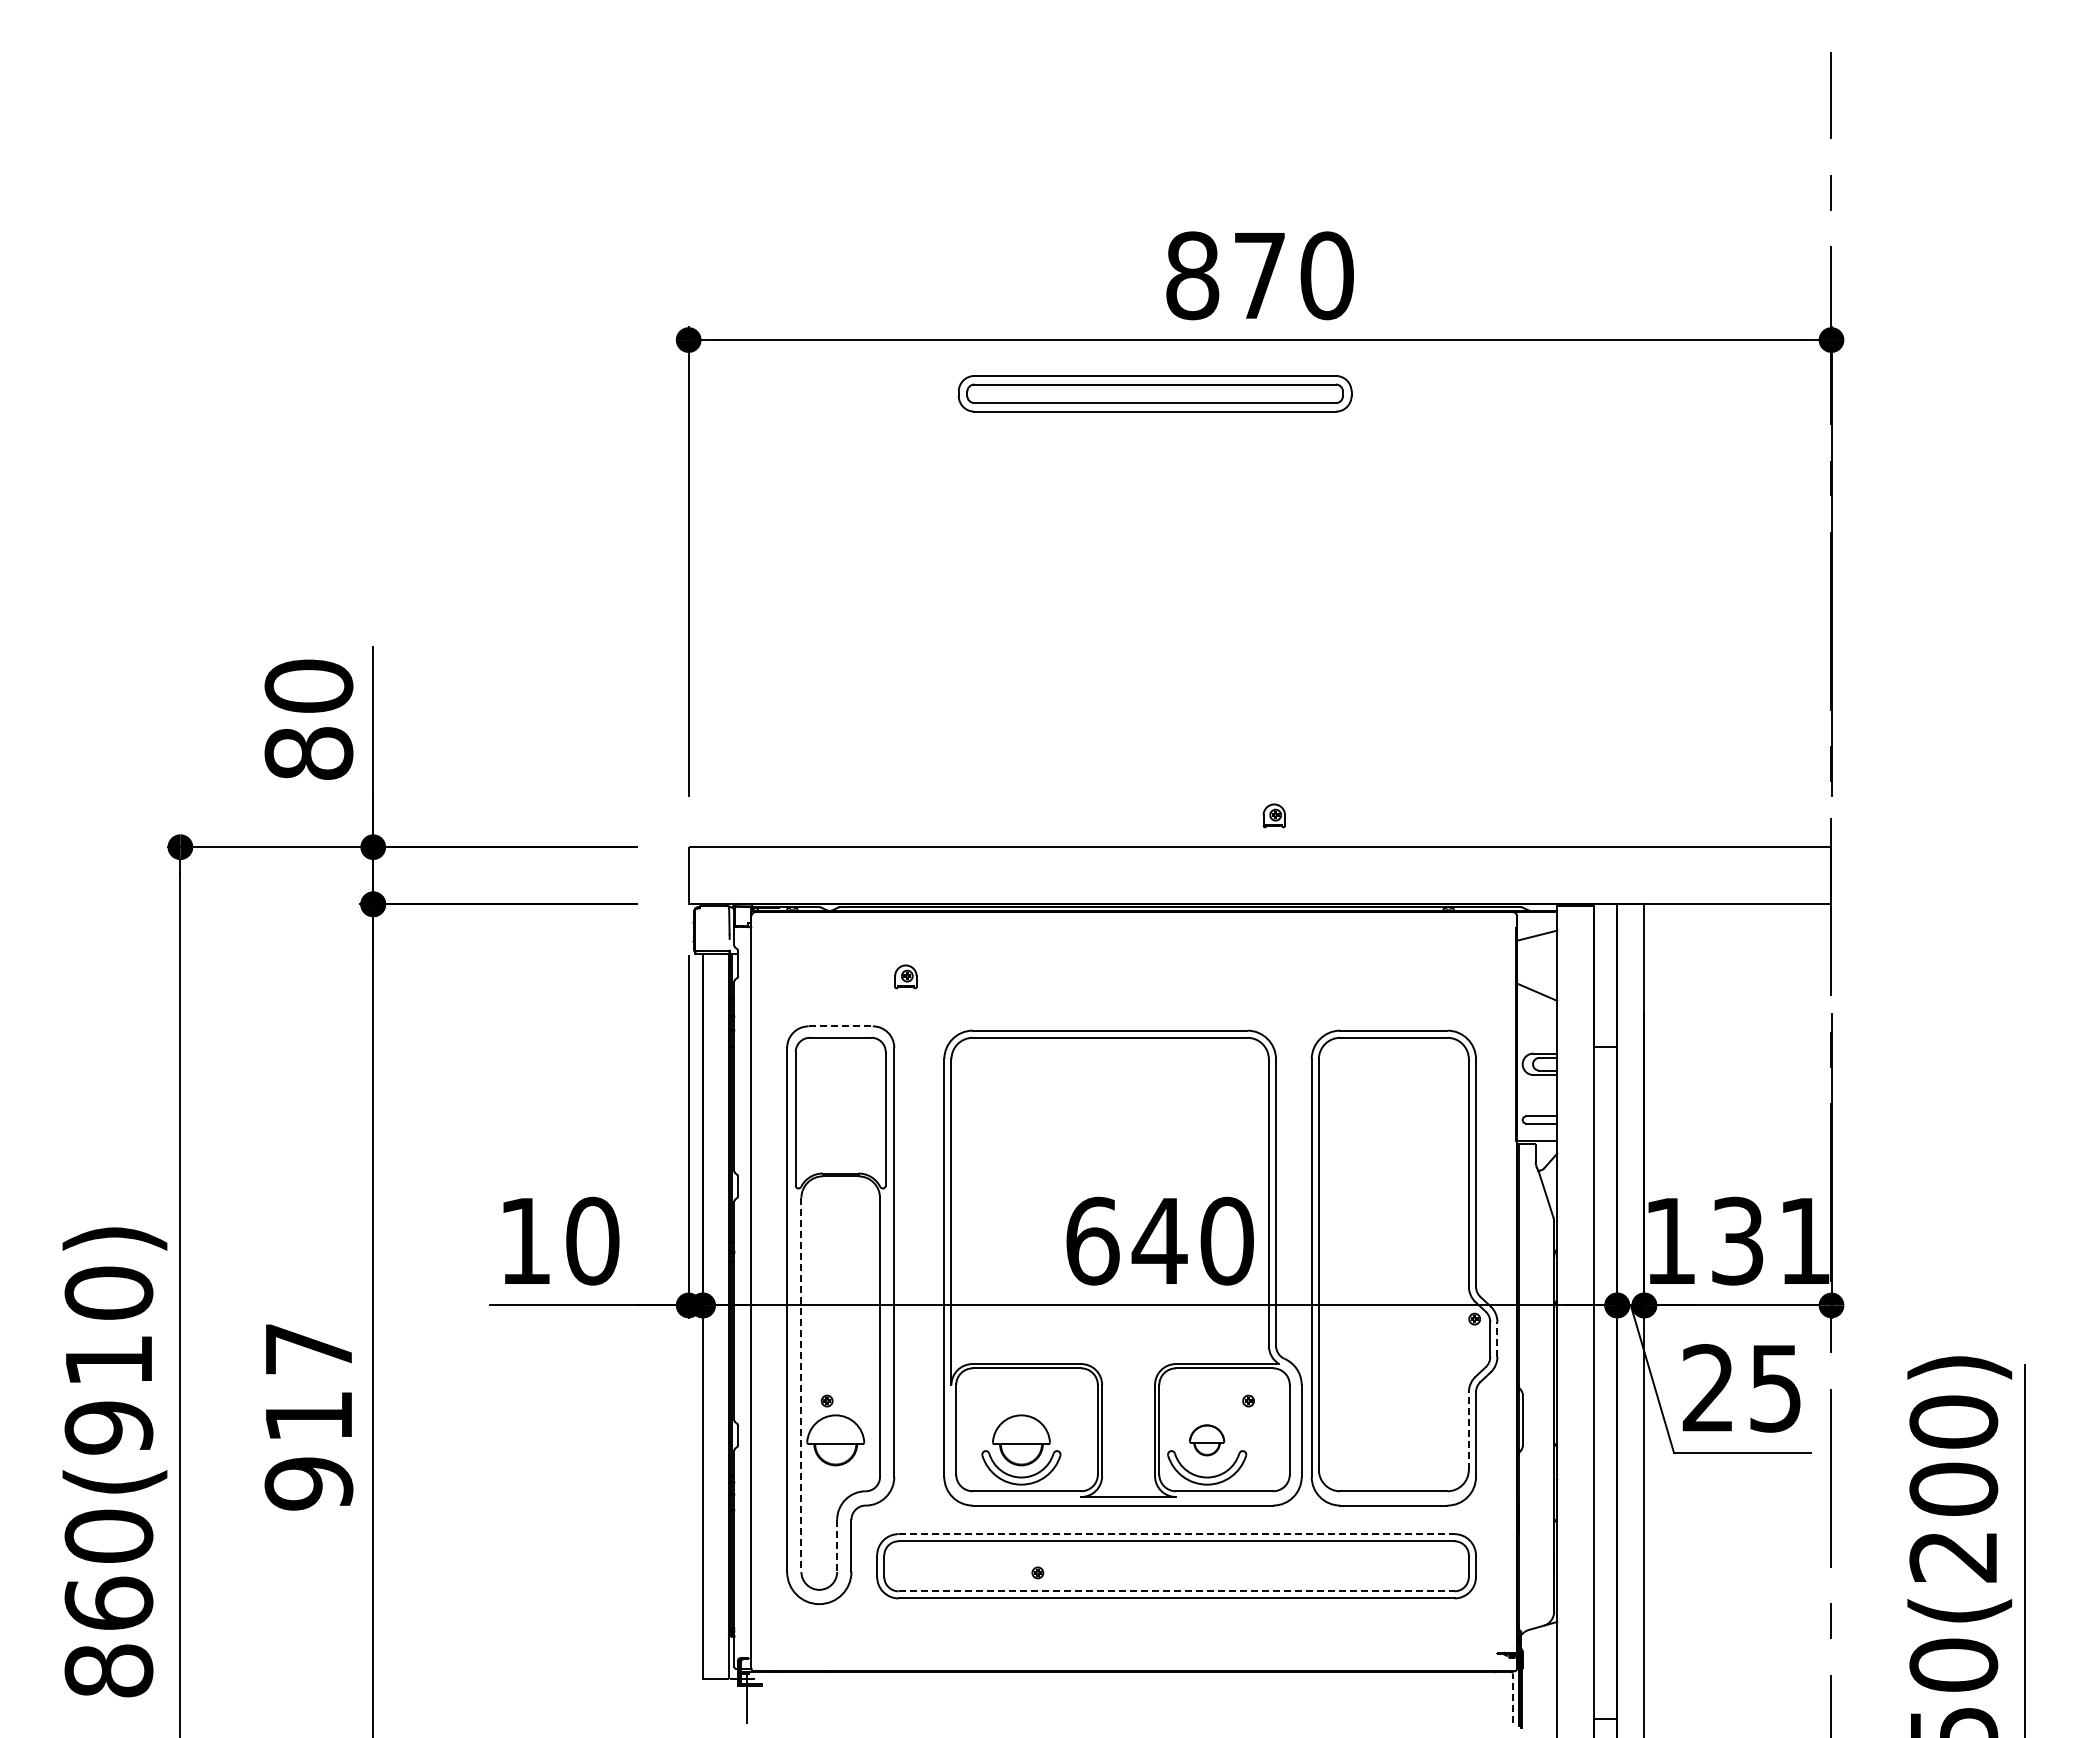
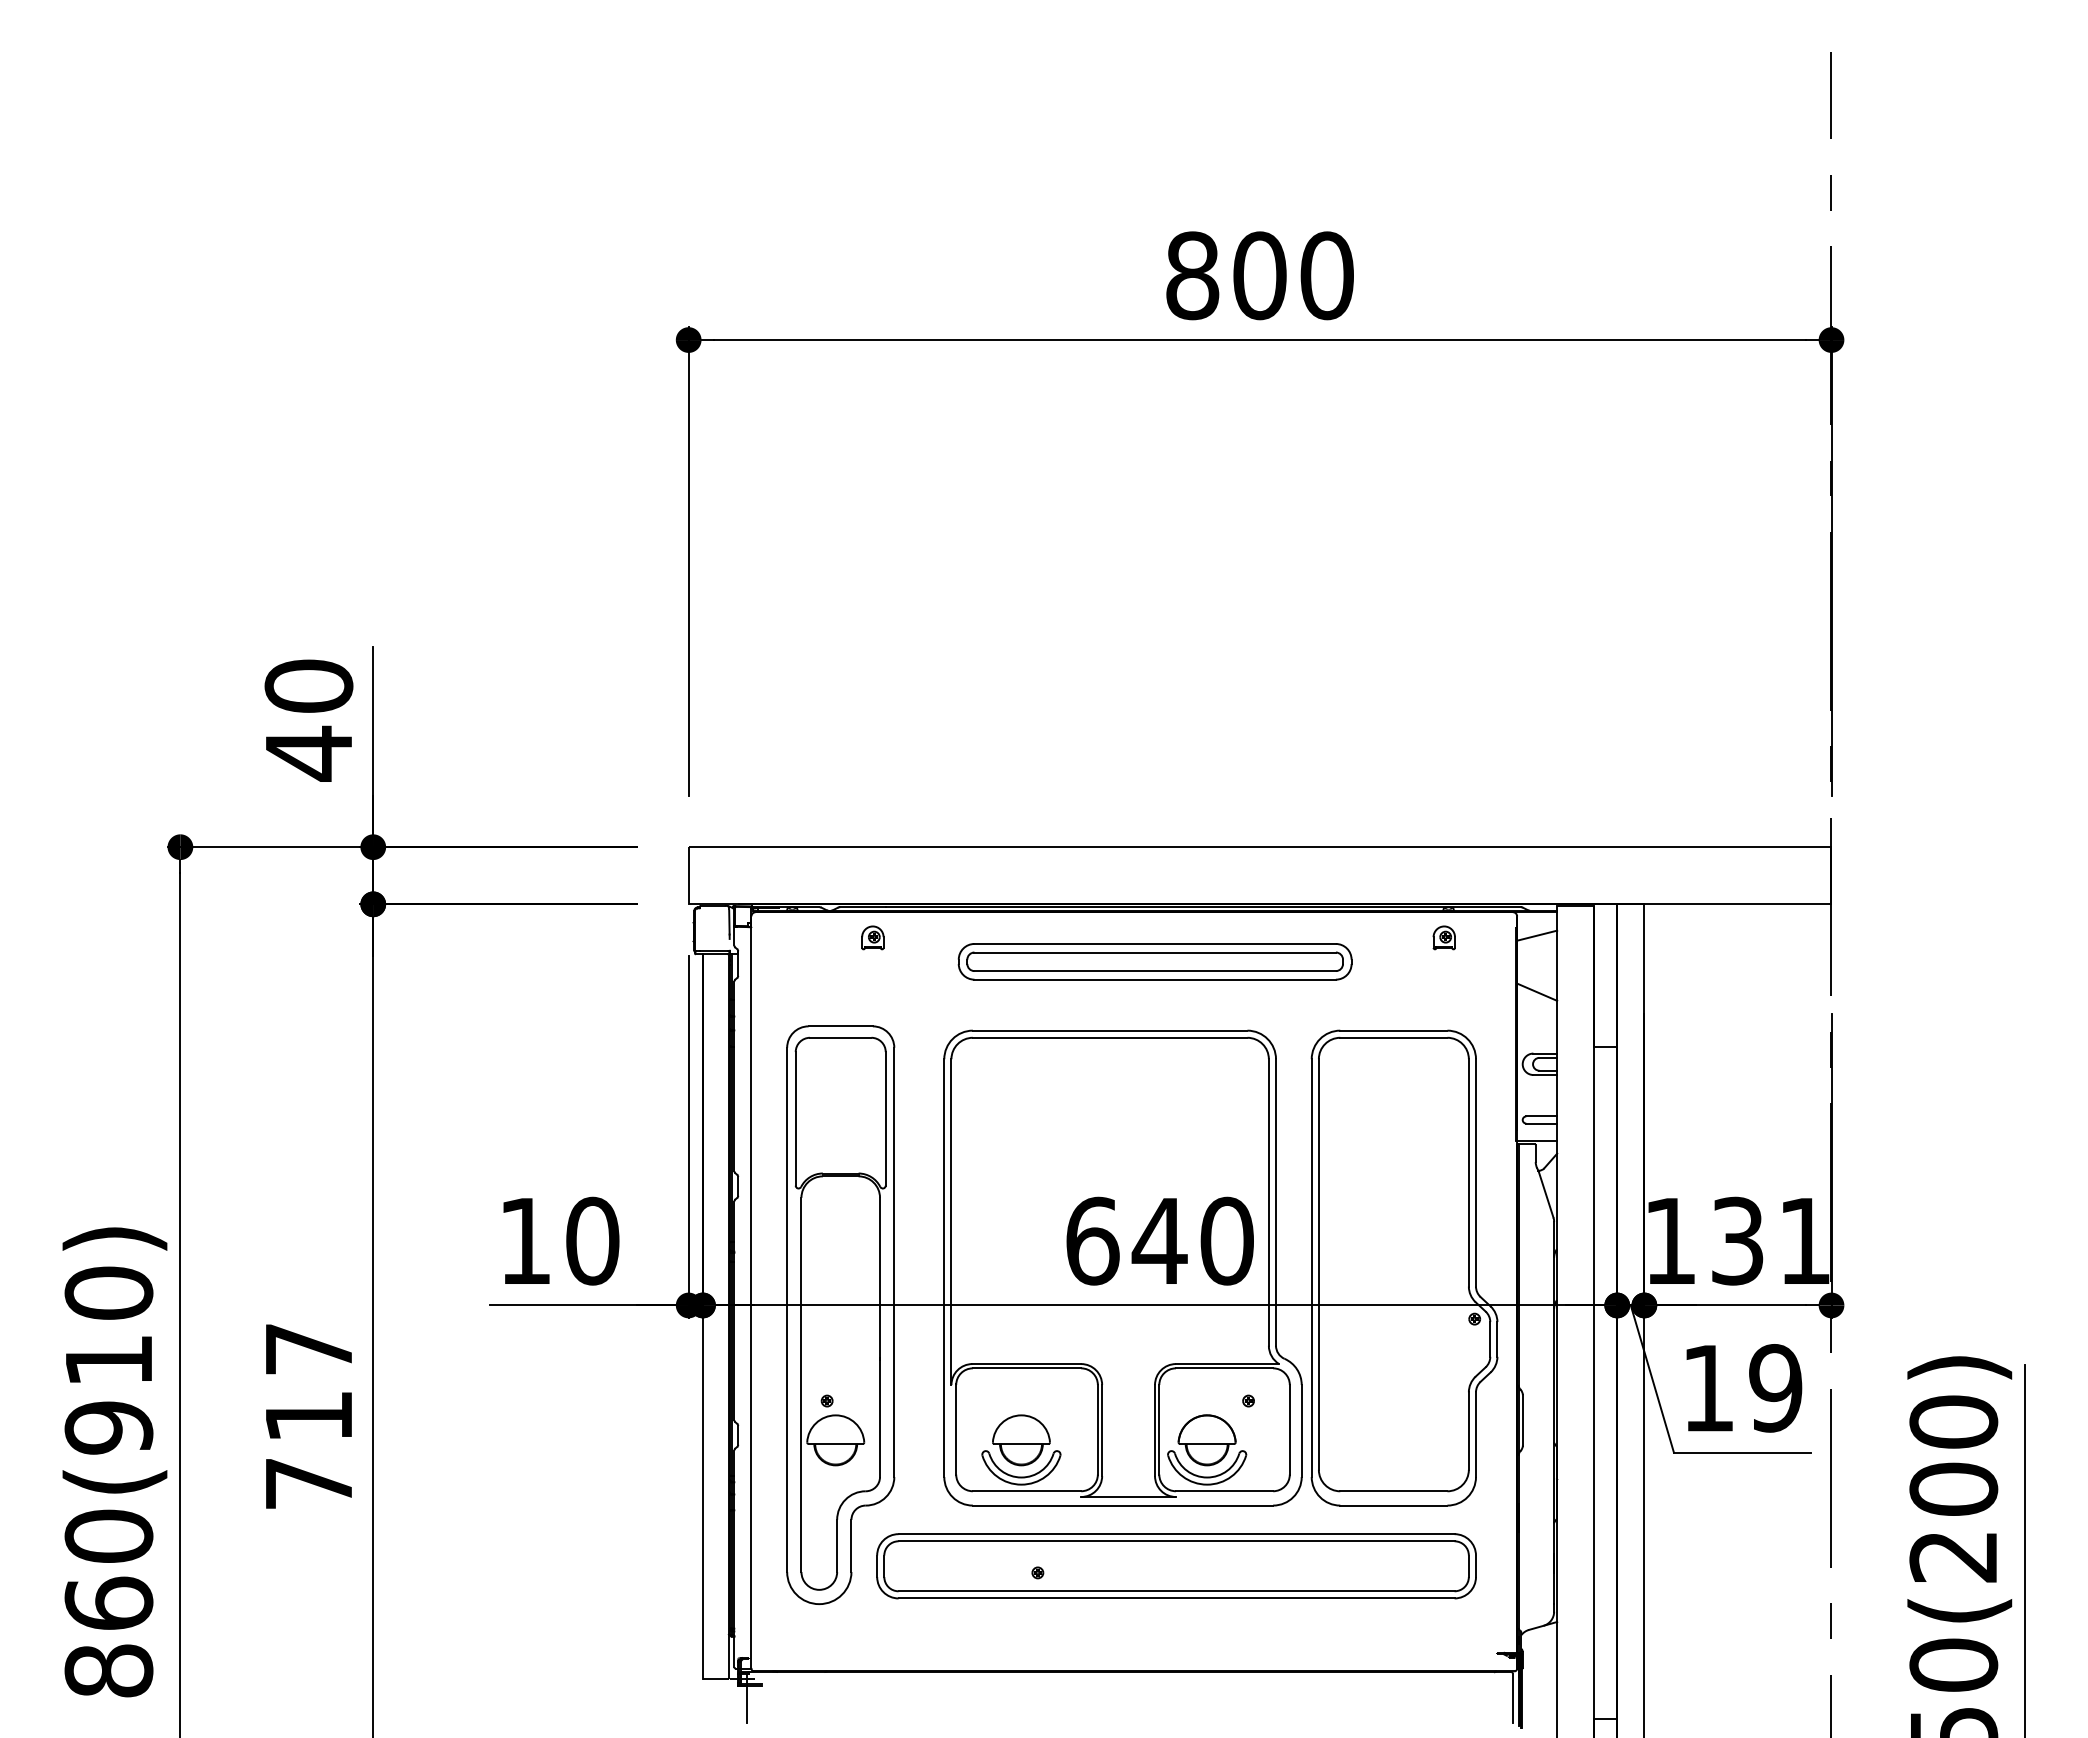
text at (1259, 275): 870 -> 800
part at (1154, 393) position: (1154, 393) -> (1154, 961)
text at (308, 753): 80 -> 40
part at (1273, 815) position: (1273, 815) -> (1443, 937)
part at (905, 976) position: (905, 976) -> (872, 937)
line at (841, 1026): dashed -> solid
line at (1497, 1338): dashed -> solid
line at (801, 1385): dashed -> solid
text at (1742, 1388): 25 -> 19
line at (1468, 1431): dashed -> solid
part at (1207, 1440) size: 37x33 px -> 60x53 px
text at (308, 1483): 917 -> 717
line at (1176, 1534): dashed -> solid
line at (837, 1546): dashed -> solid
line at (1176, 1591): dashed -> solid
line at (1512, 1698): dashed -> solid
